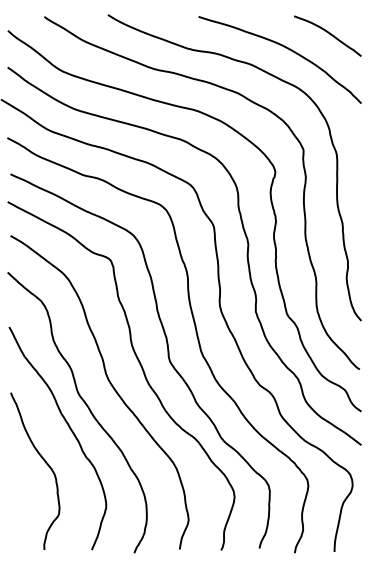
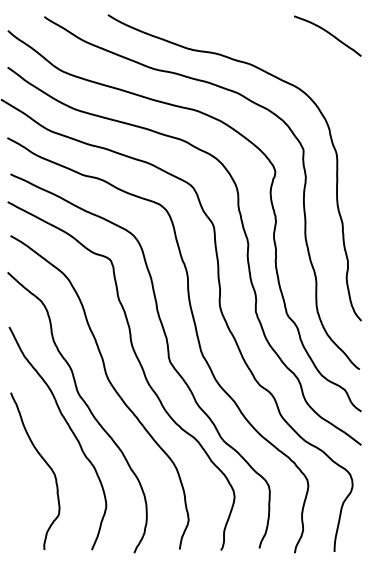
curve at (285, 48): present -> none
